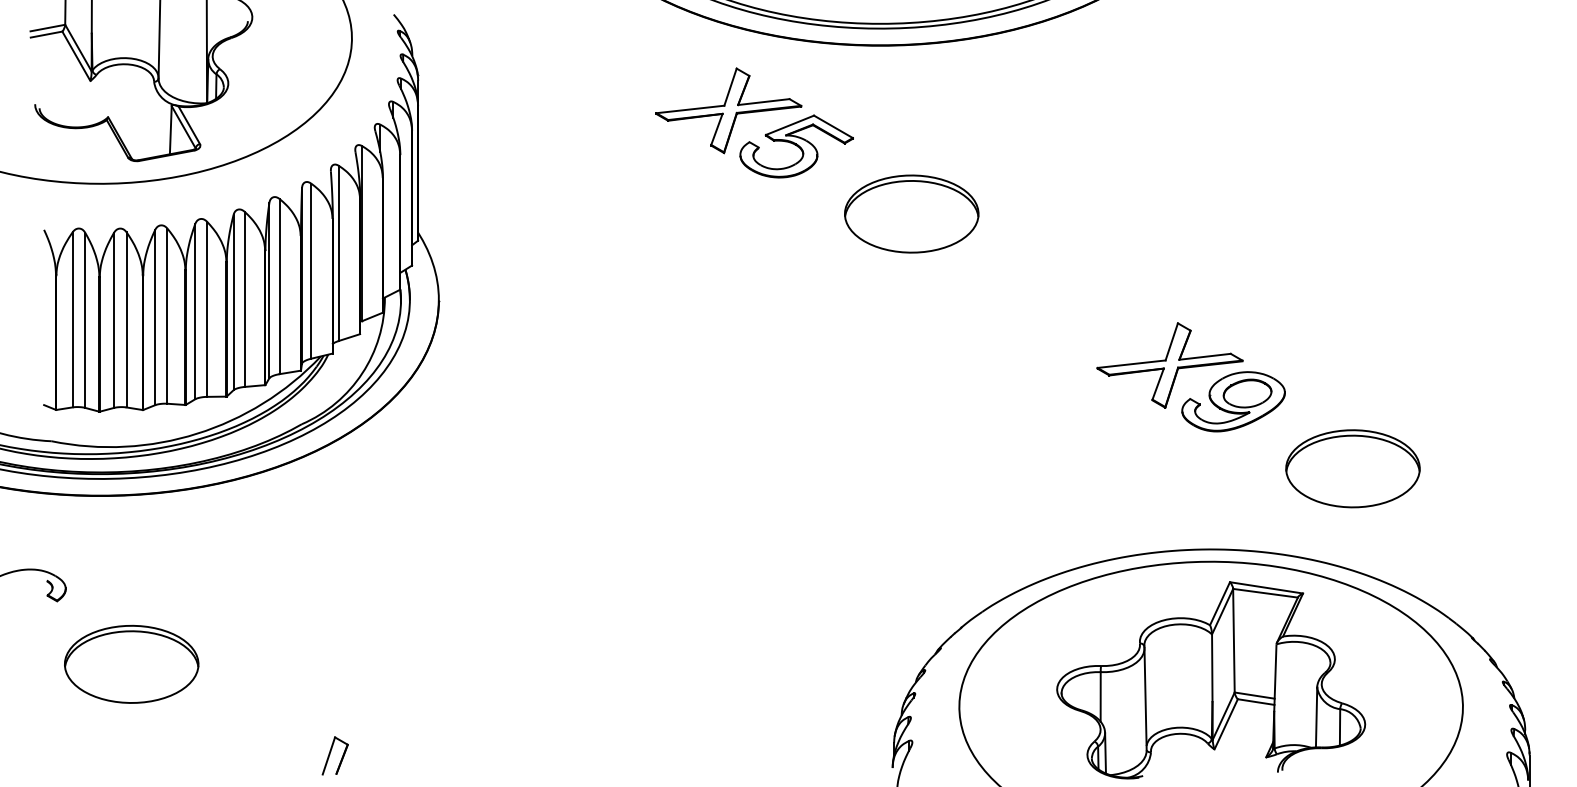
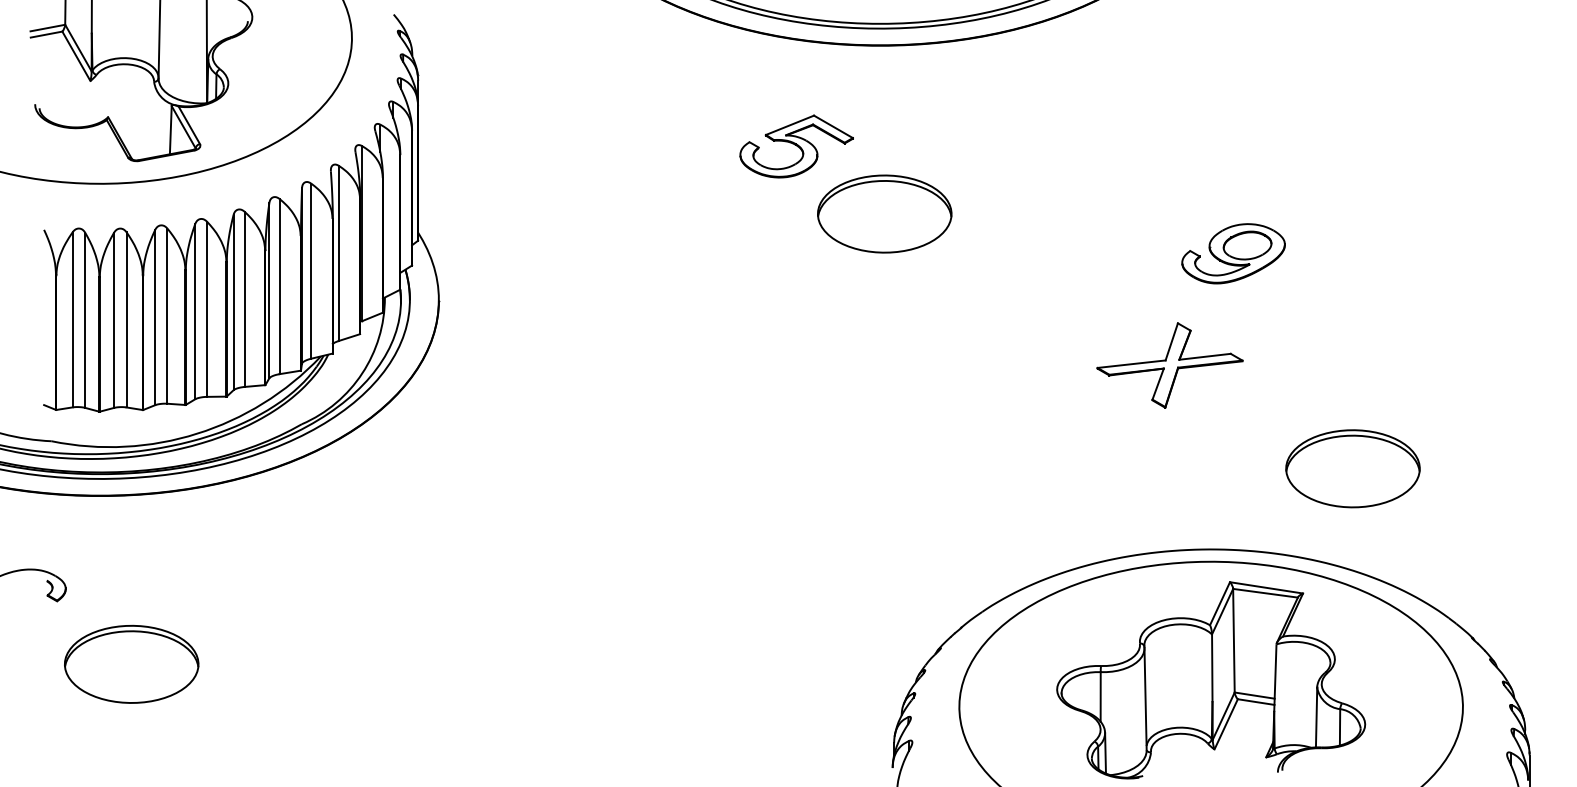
part at (728, 110): present -> none
part at (911, 213) position: (911, 213) -> (884, 213)
part at (1233, 401) position: (1233, 401) -> (1233, 253)
part at (334, 755): present -> none
